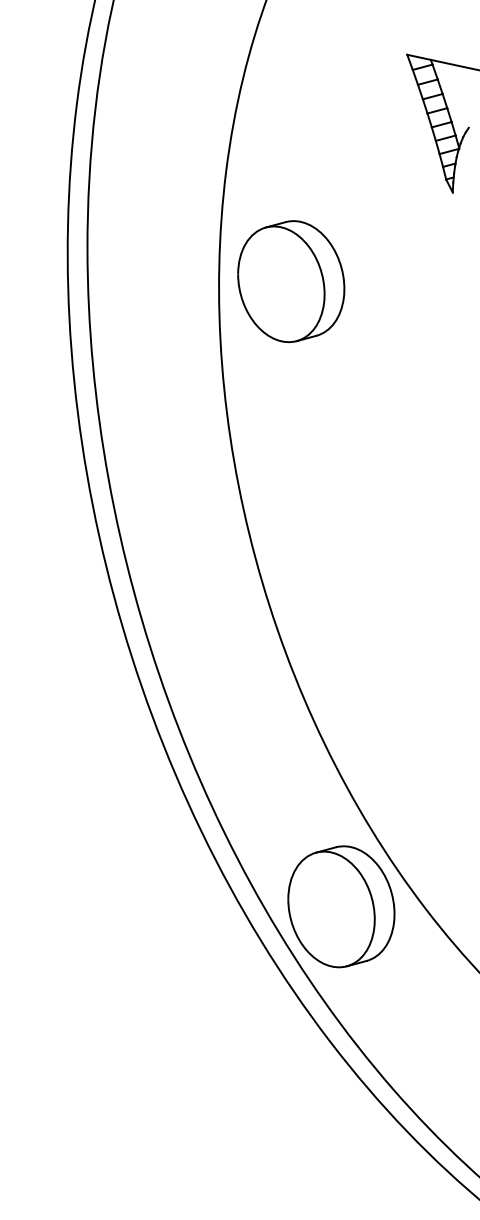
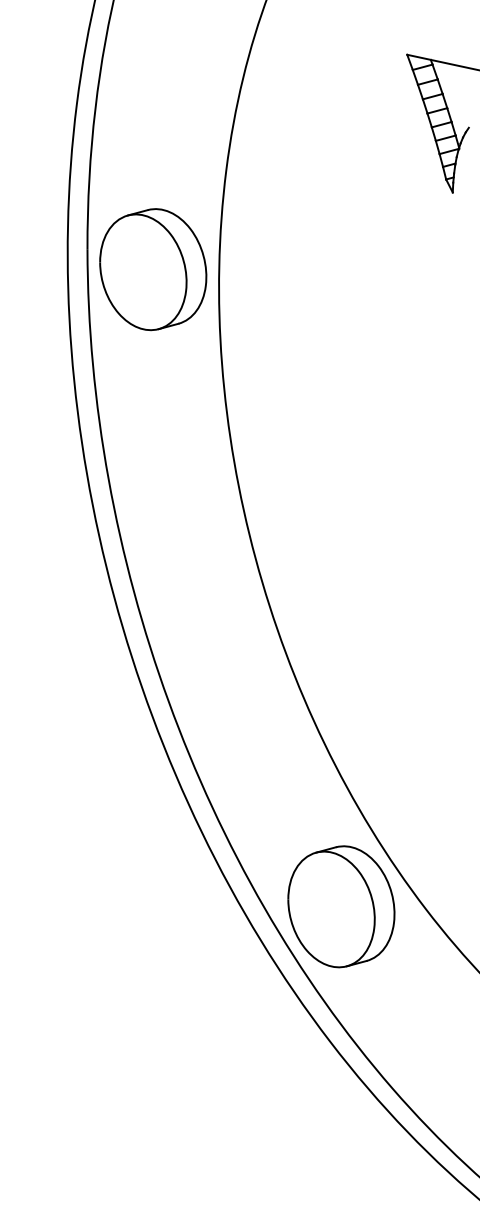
part at (291, 281) position: (291, 281) -> (153, 269)
